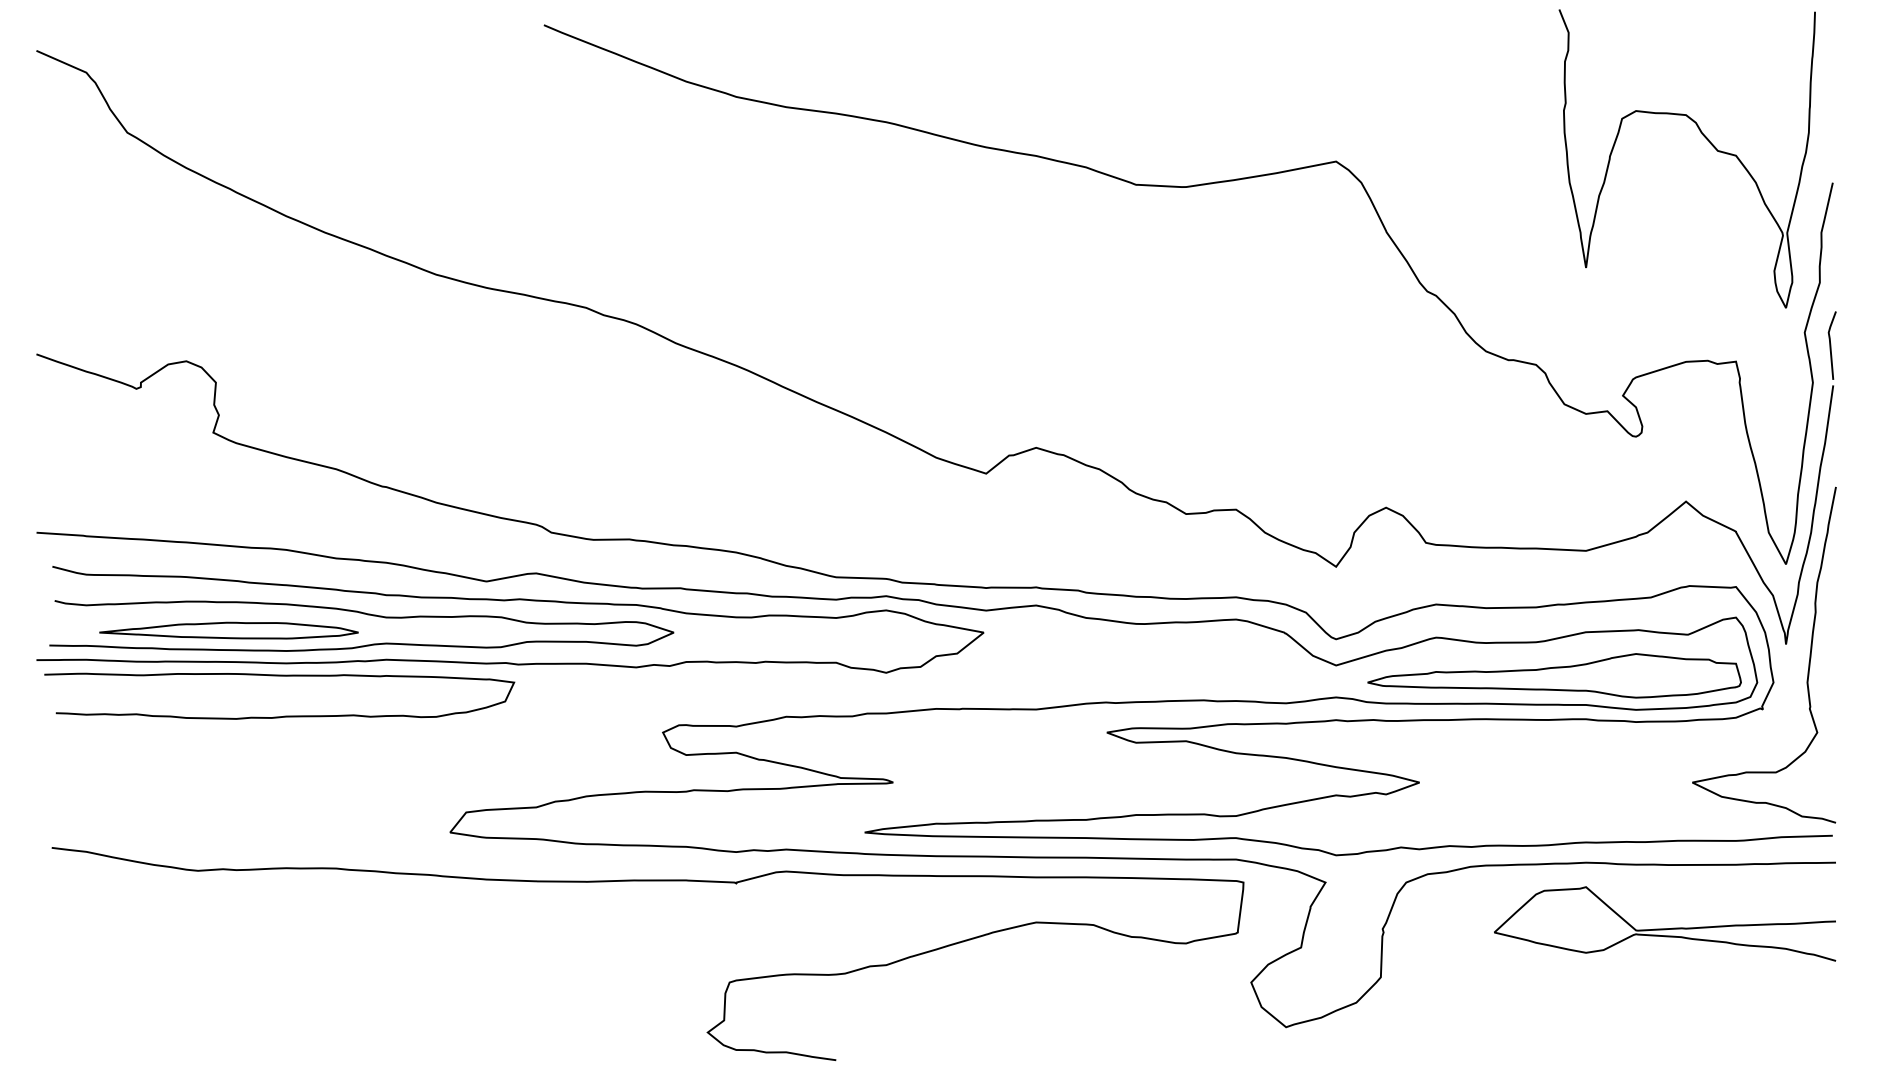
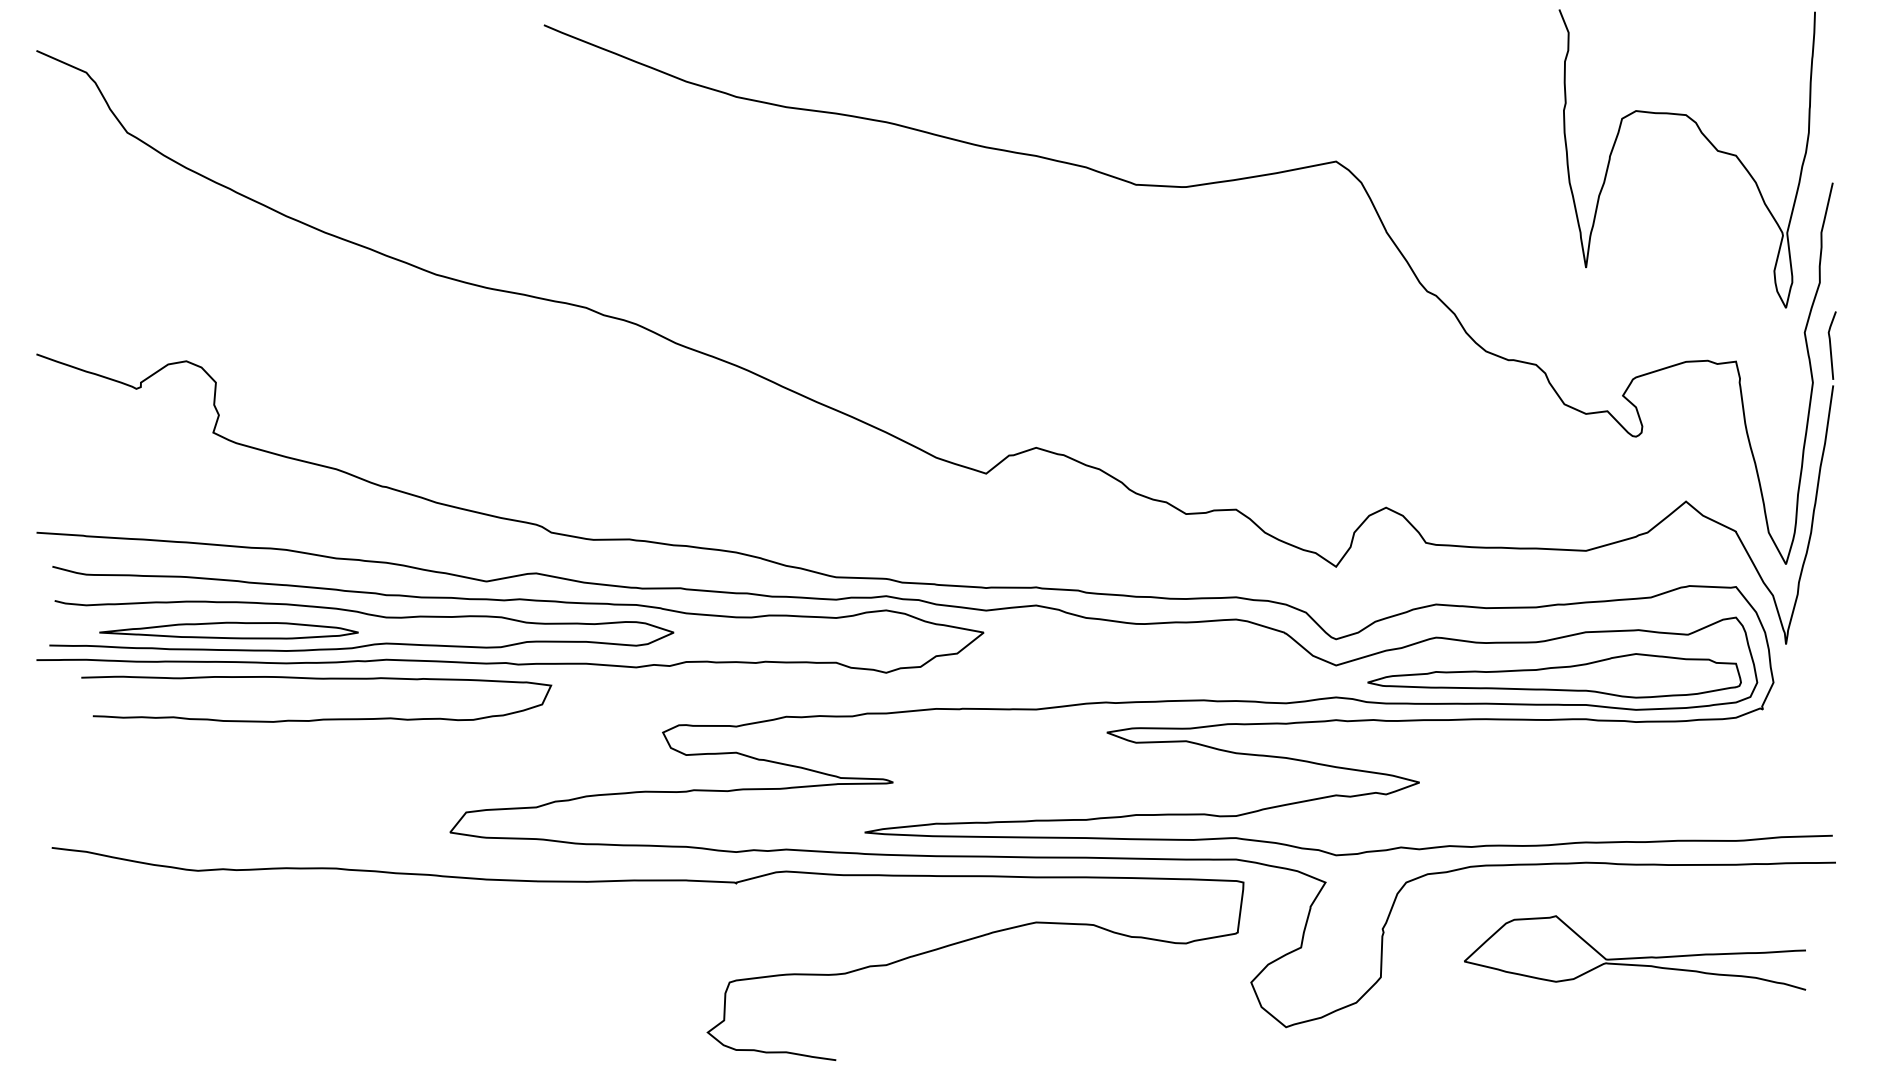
curve at (1808, 662): present -> none
curve at (279, 676) position: (279, 676) -> (316, 679)
curve at (1665, 928) position: (1665, 928) -> (1635, 957)
